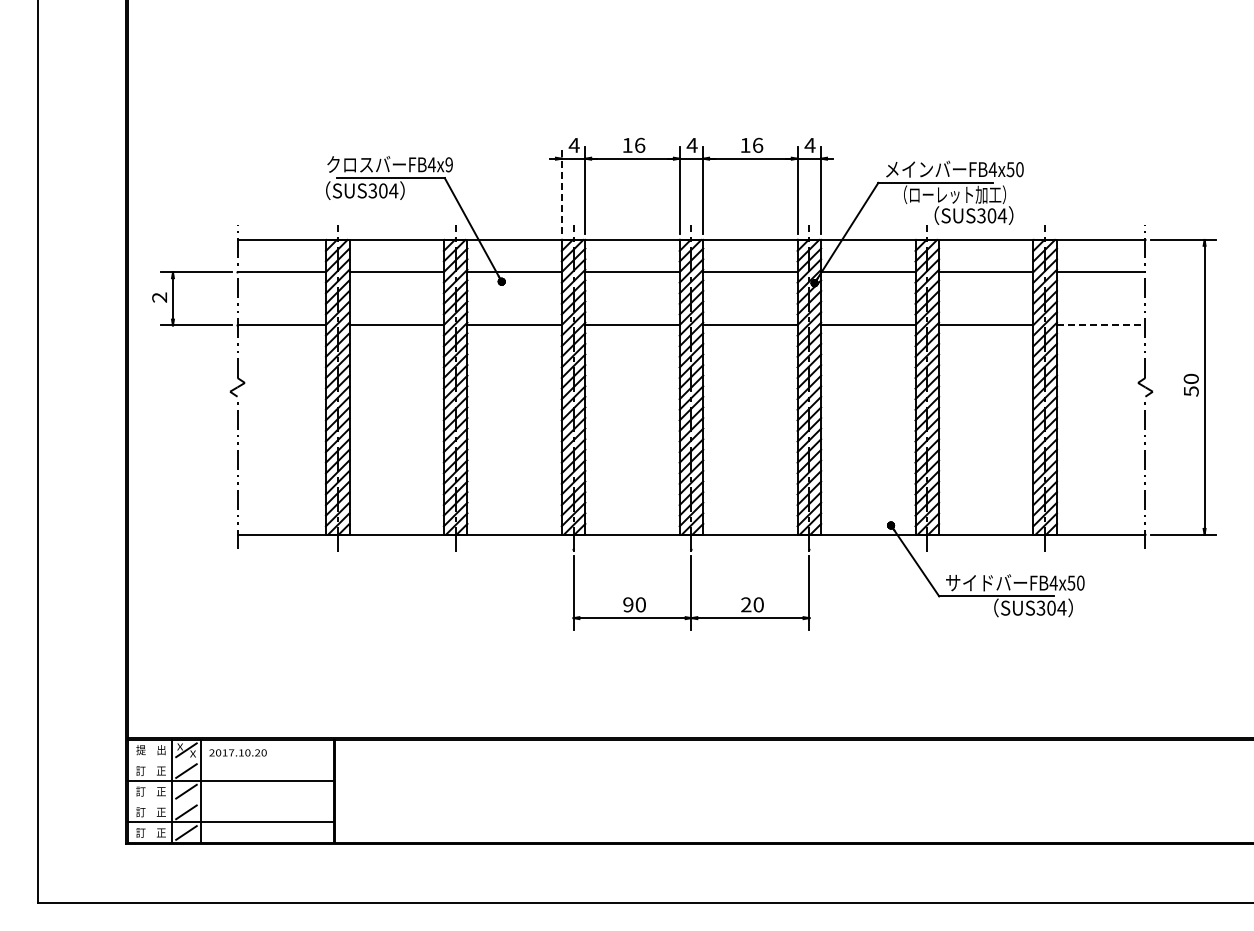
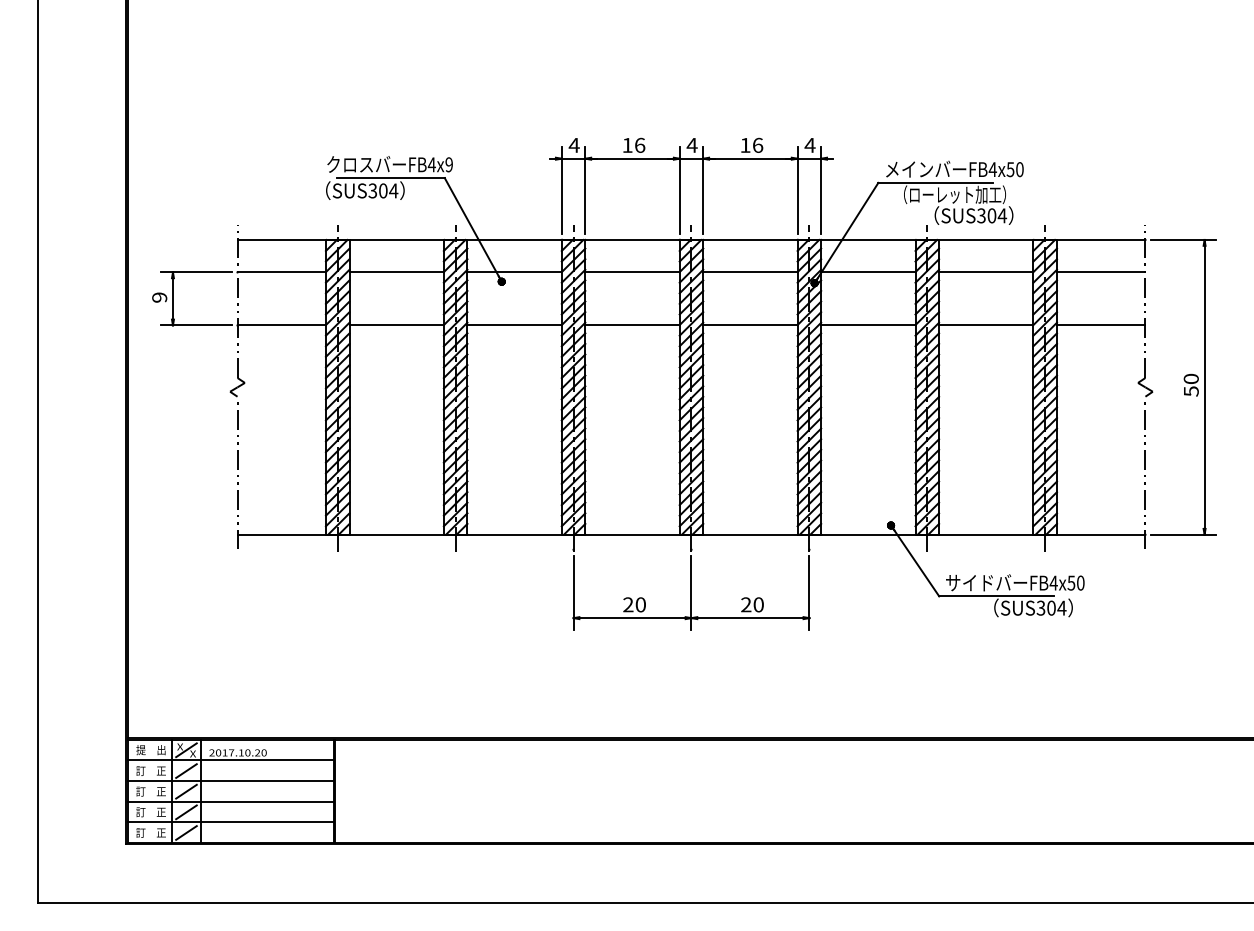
line at (561, 190): dashed -> solid
text at (159, 297): 2 -> 9
line at (1101, 325): dashed -> solid
text at (628, 604): 90 -> 20
line at (230, 760): none -> present
line at (230, 801): none -> present
